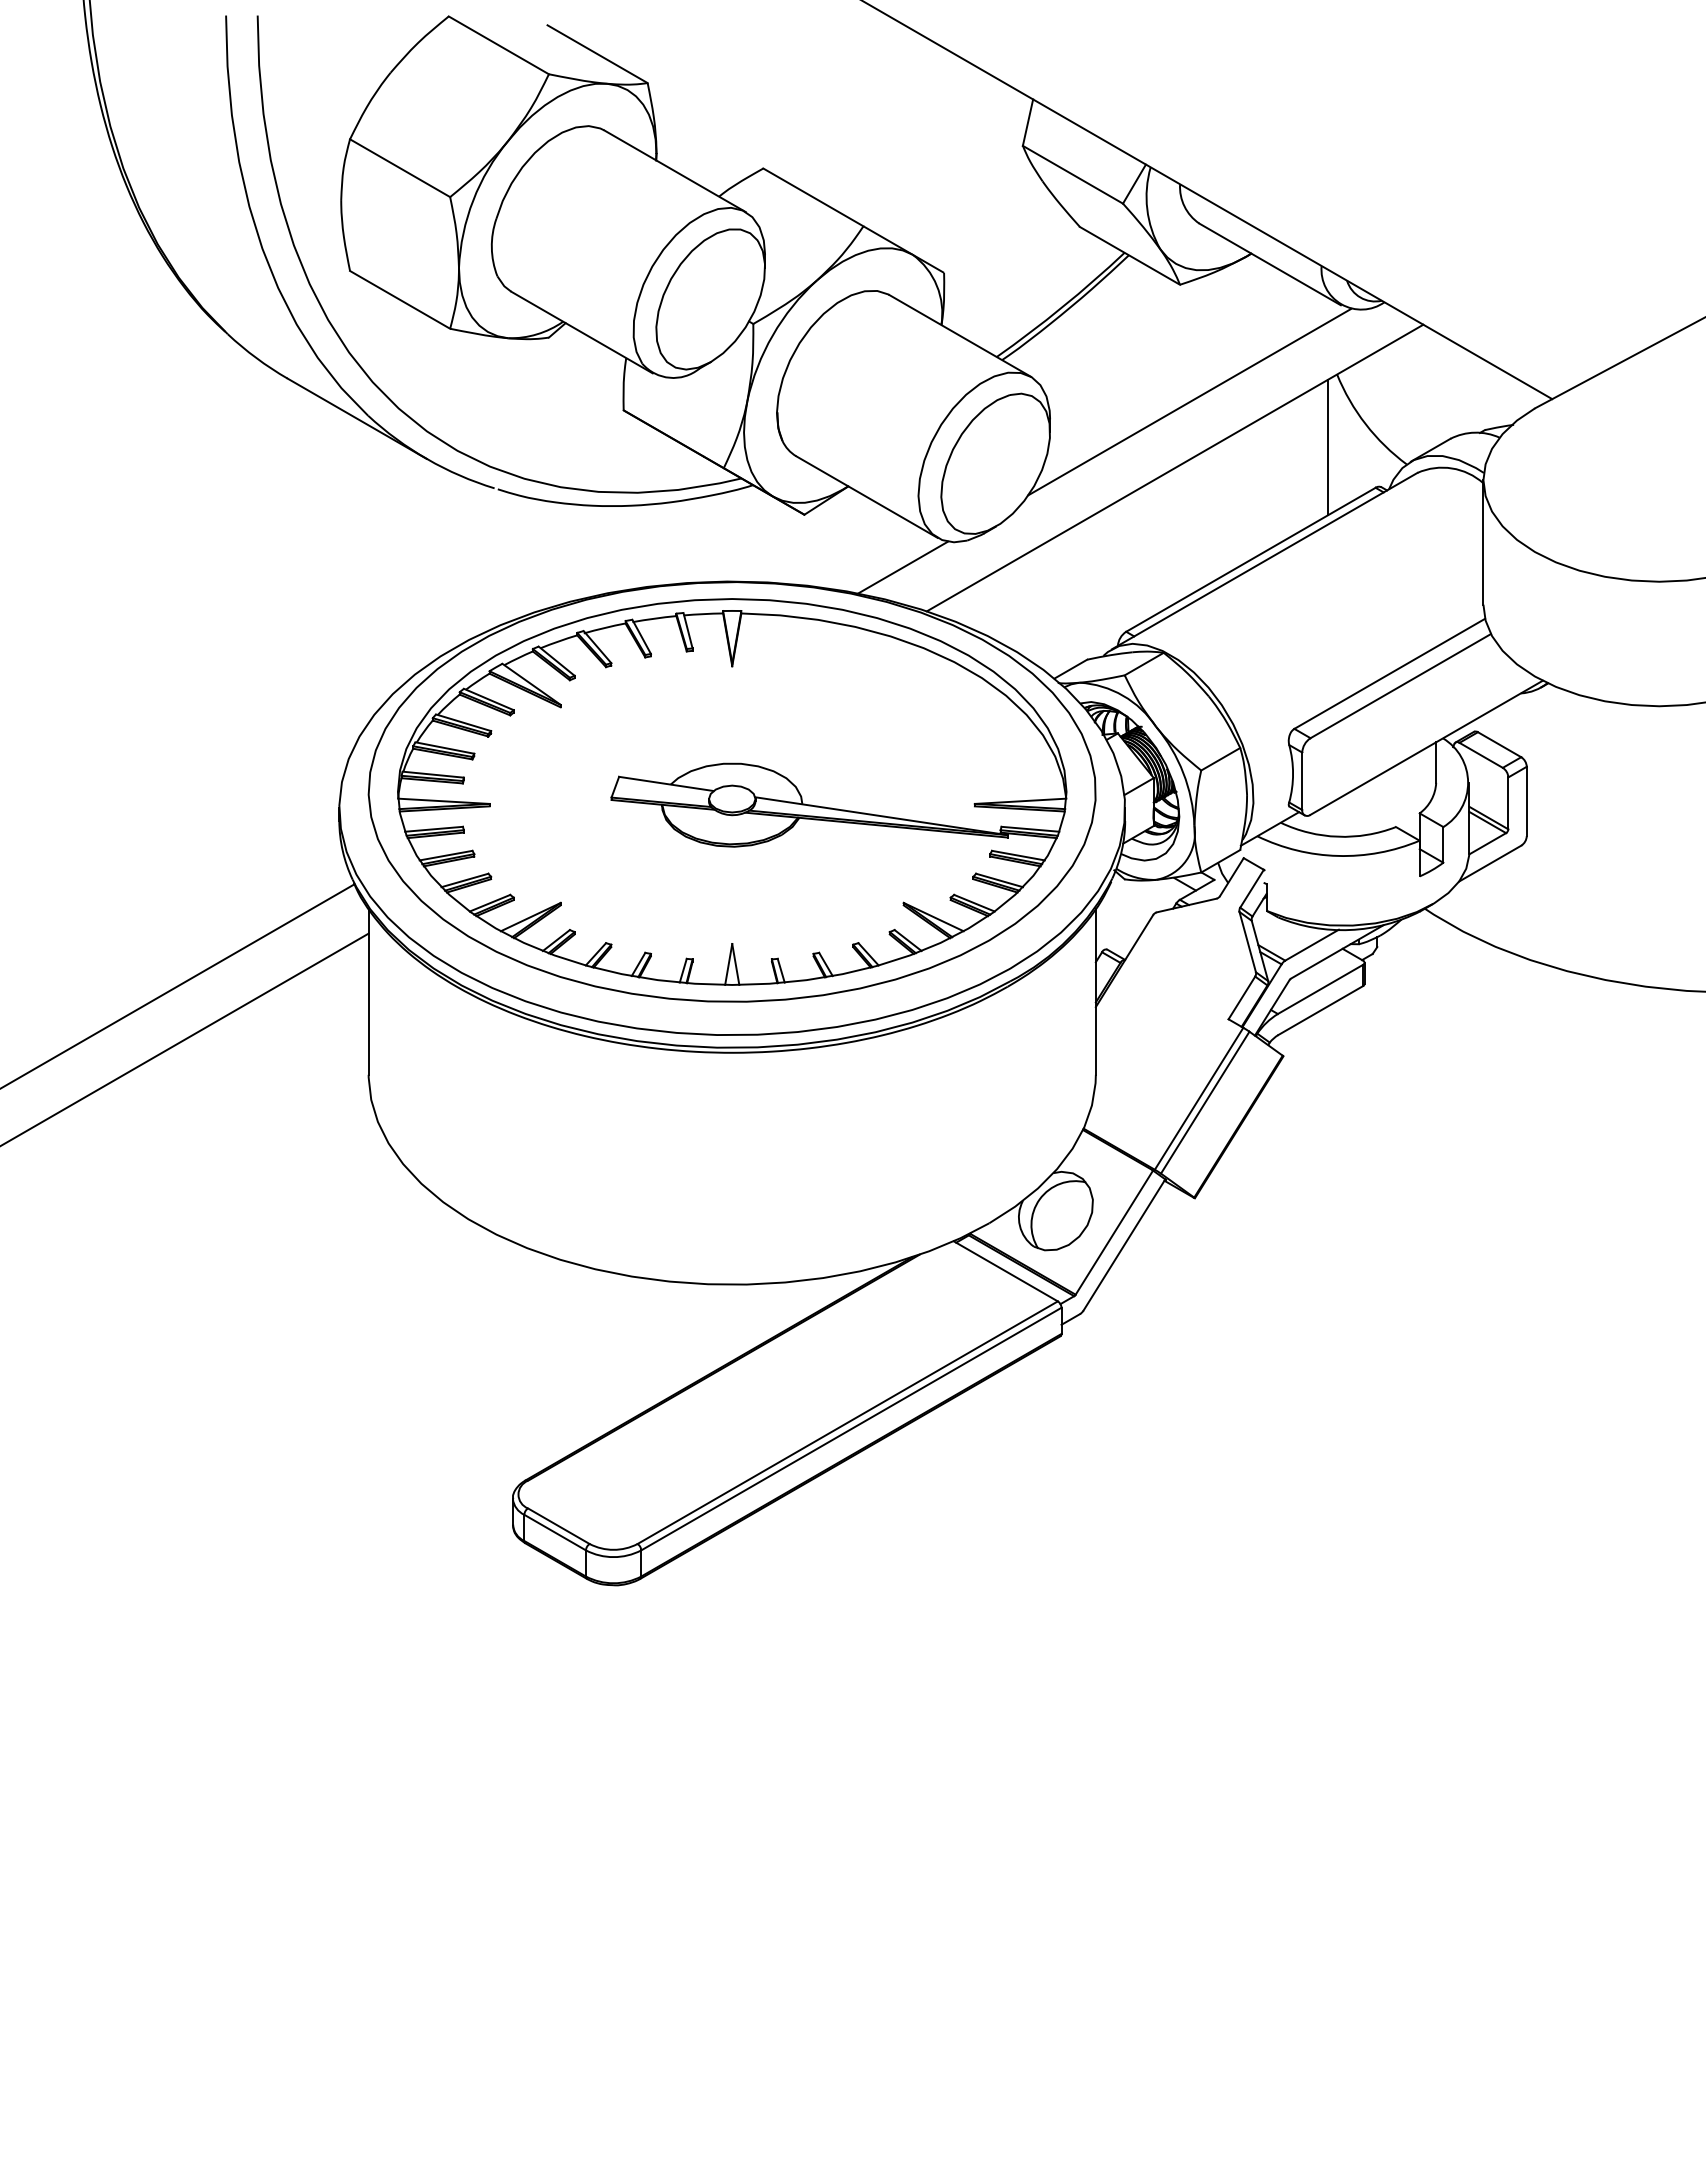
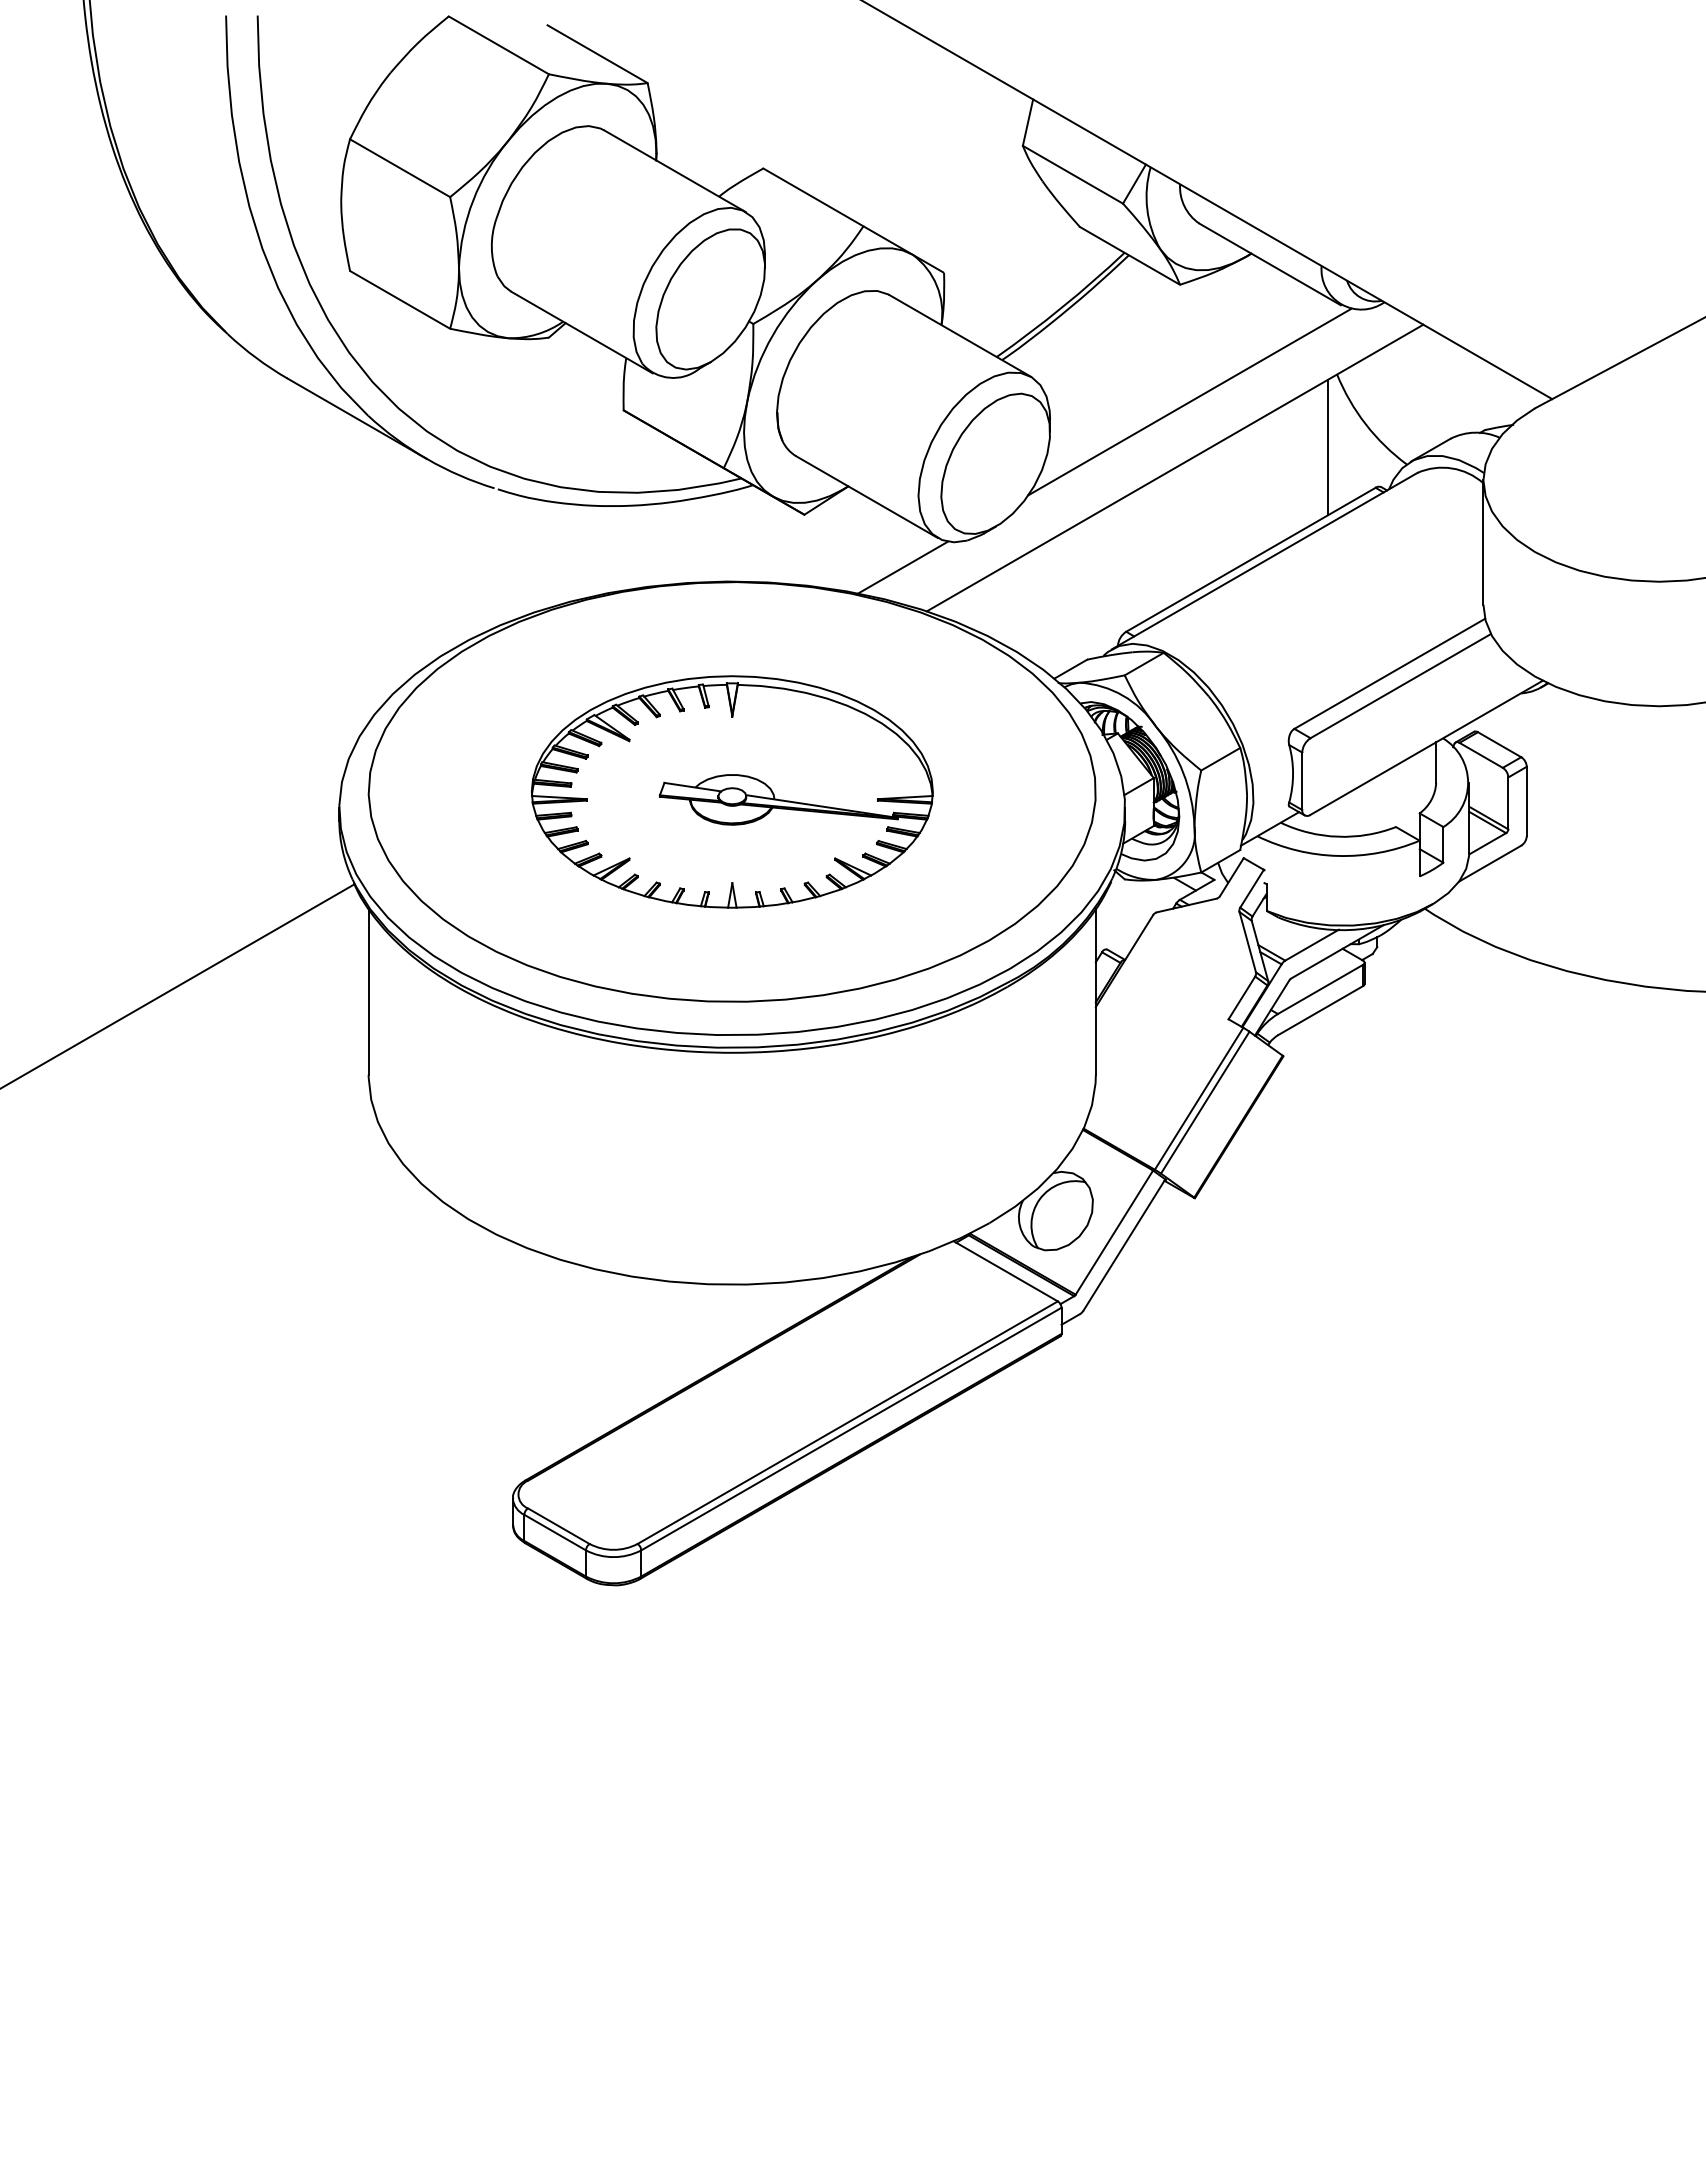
part at (732, 791) size: 671x388 px -> 404x234 px
line at (185, 1039): present -> none
